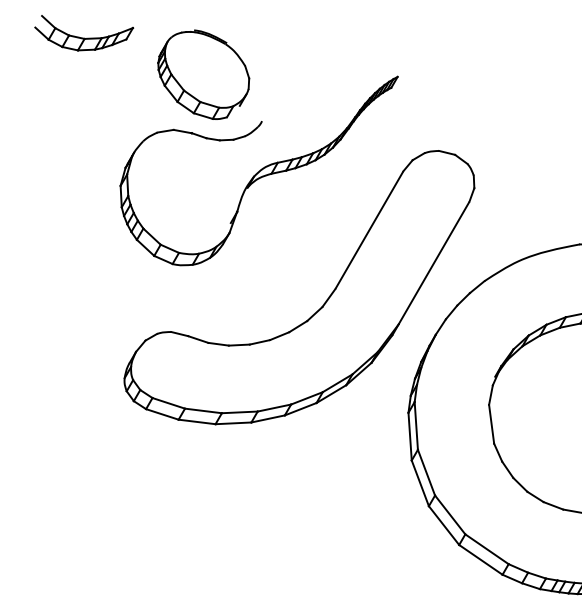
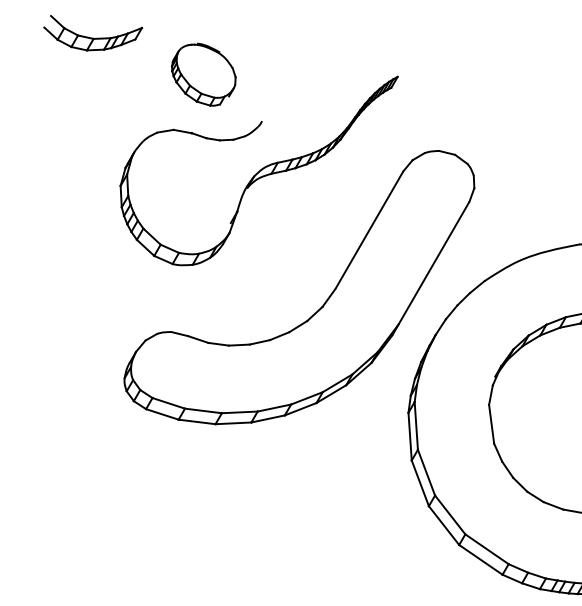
part at (84, 33) position: (84, 33) -> (93, 33)
part at (203, 74) size: 94x91 px -> 66x65 px
